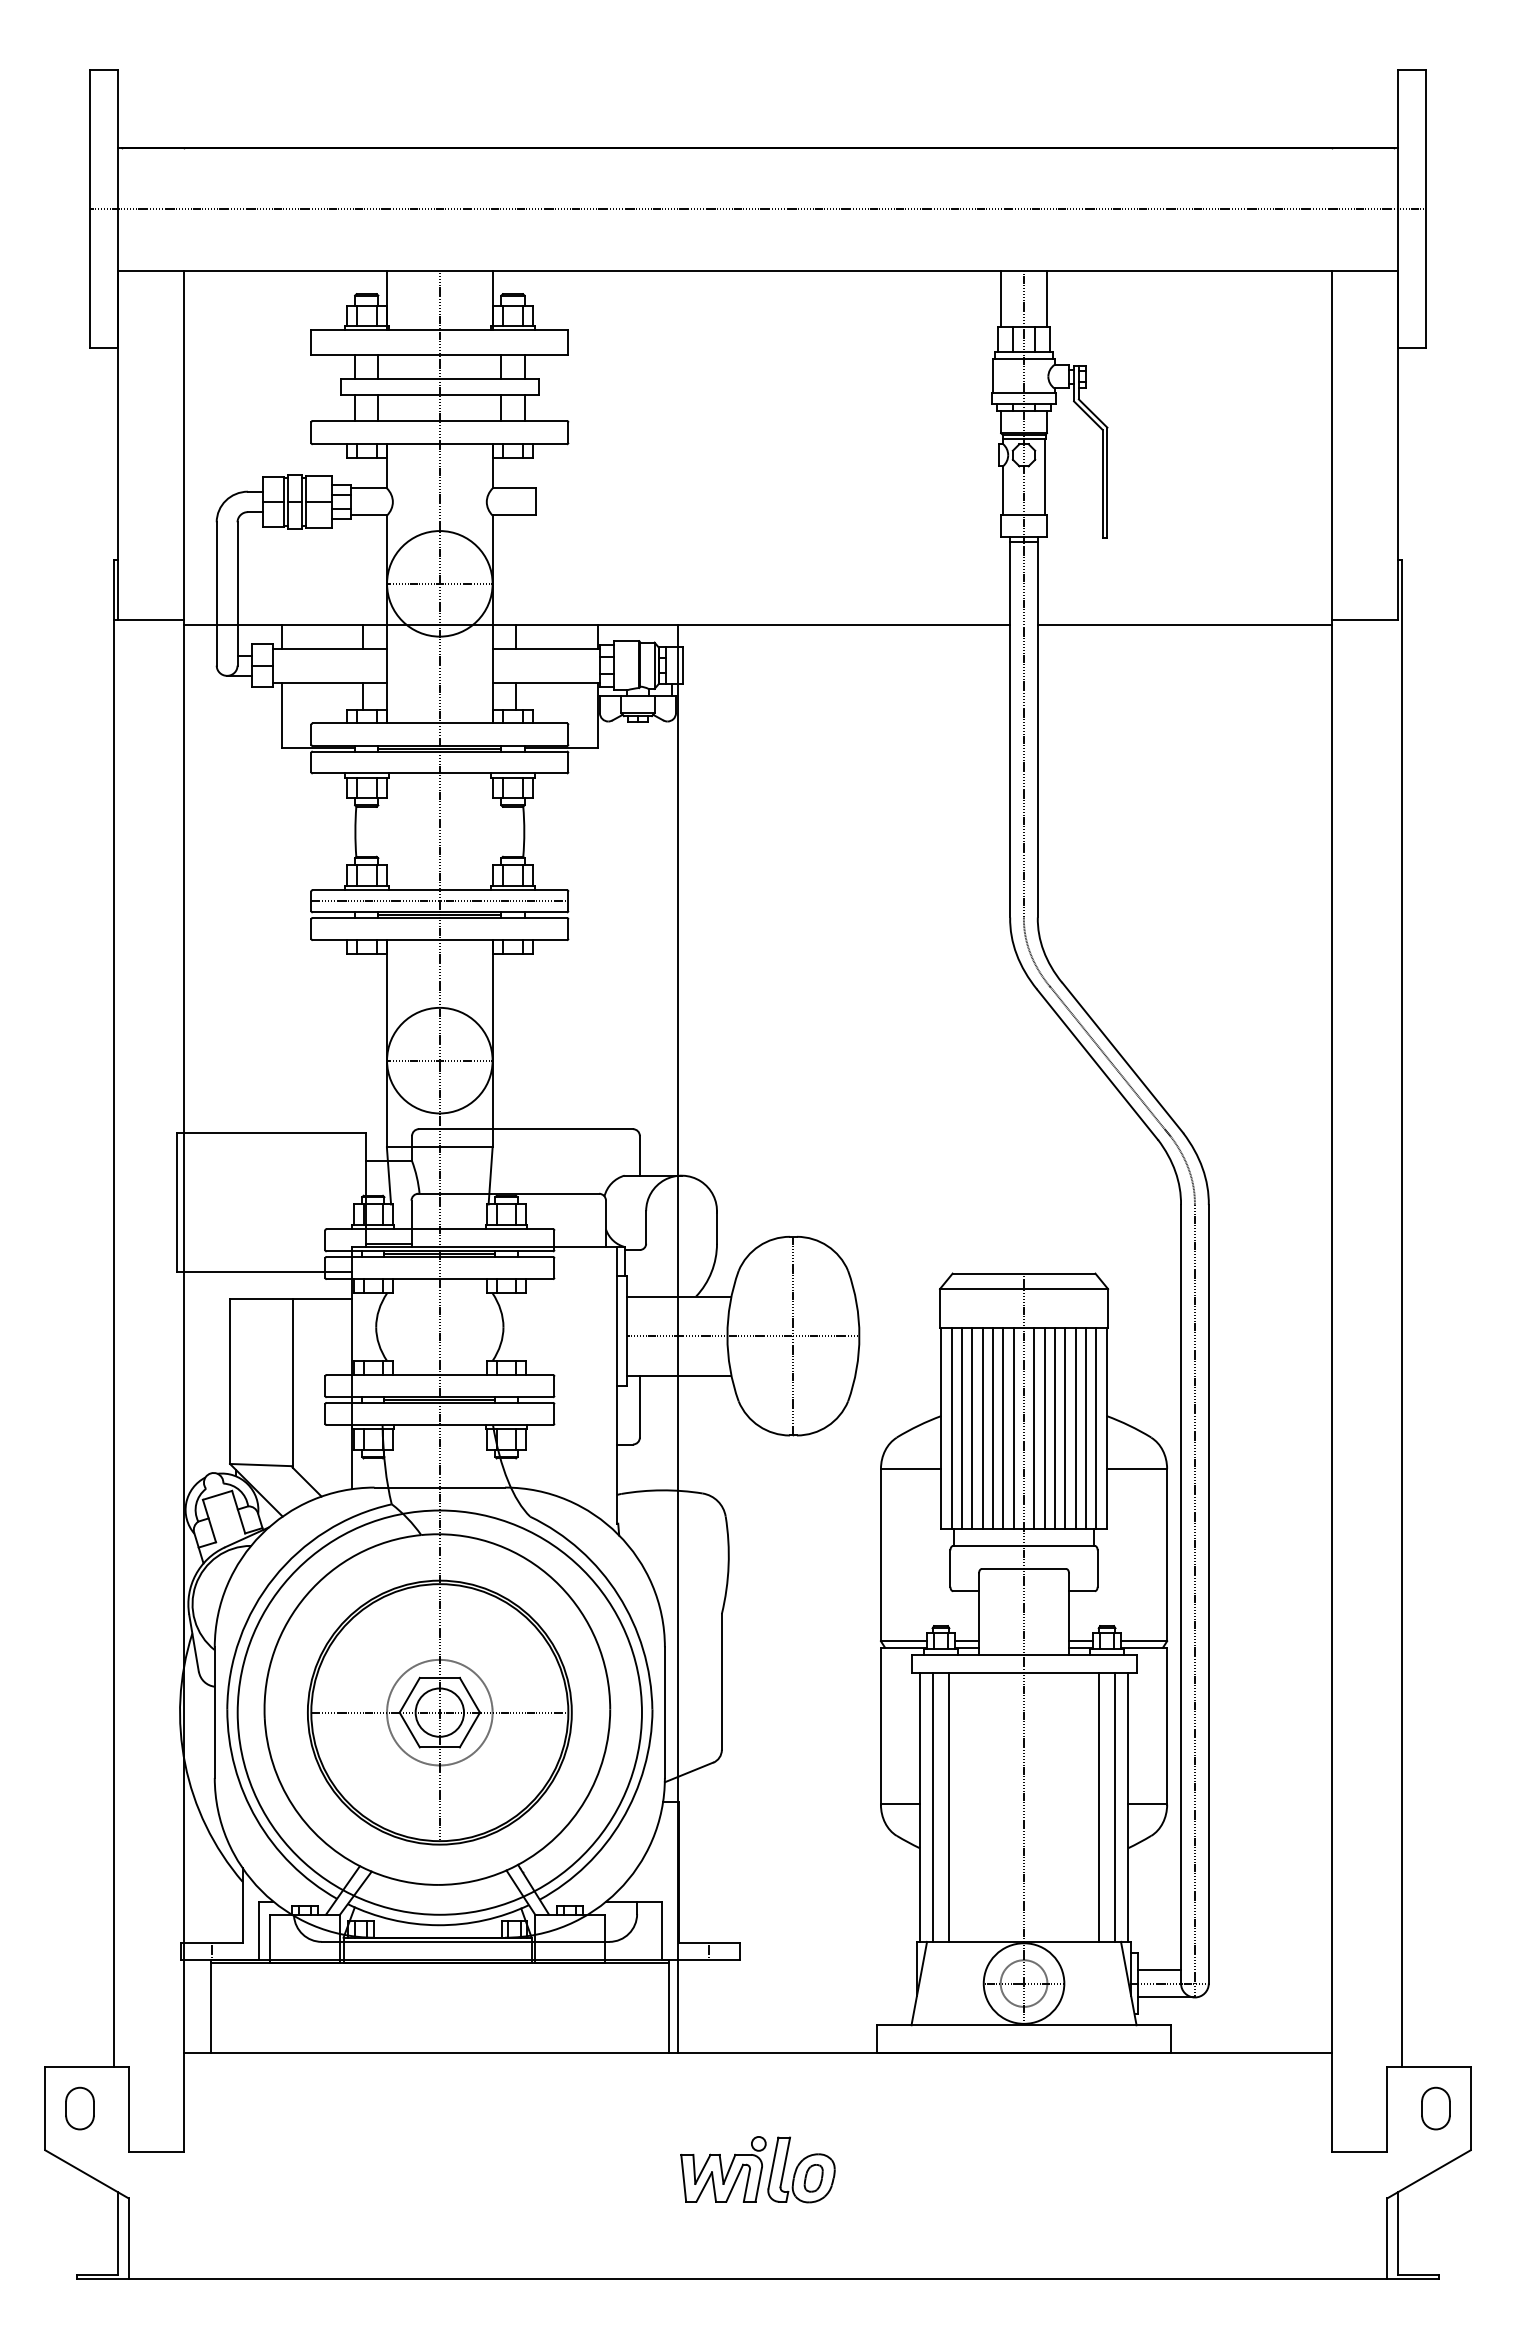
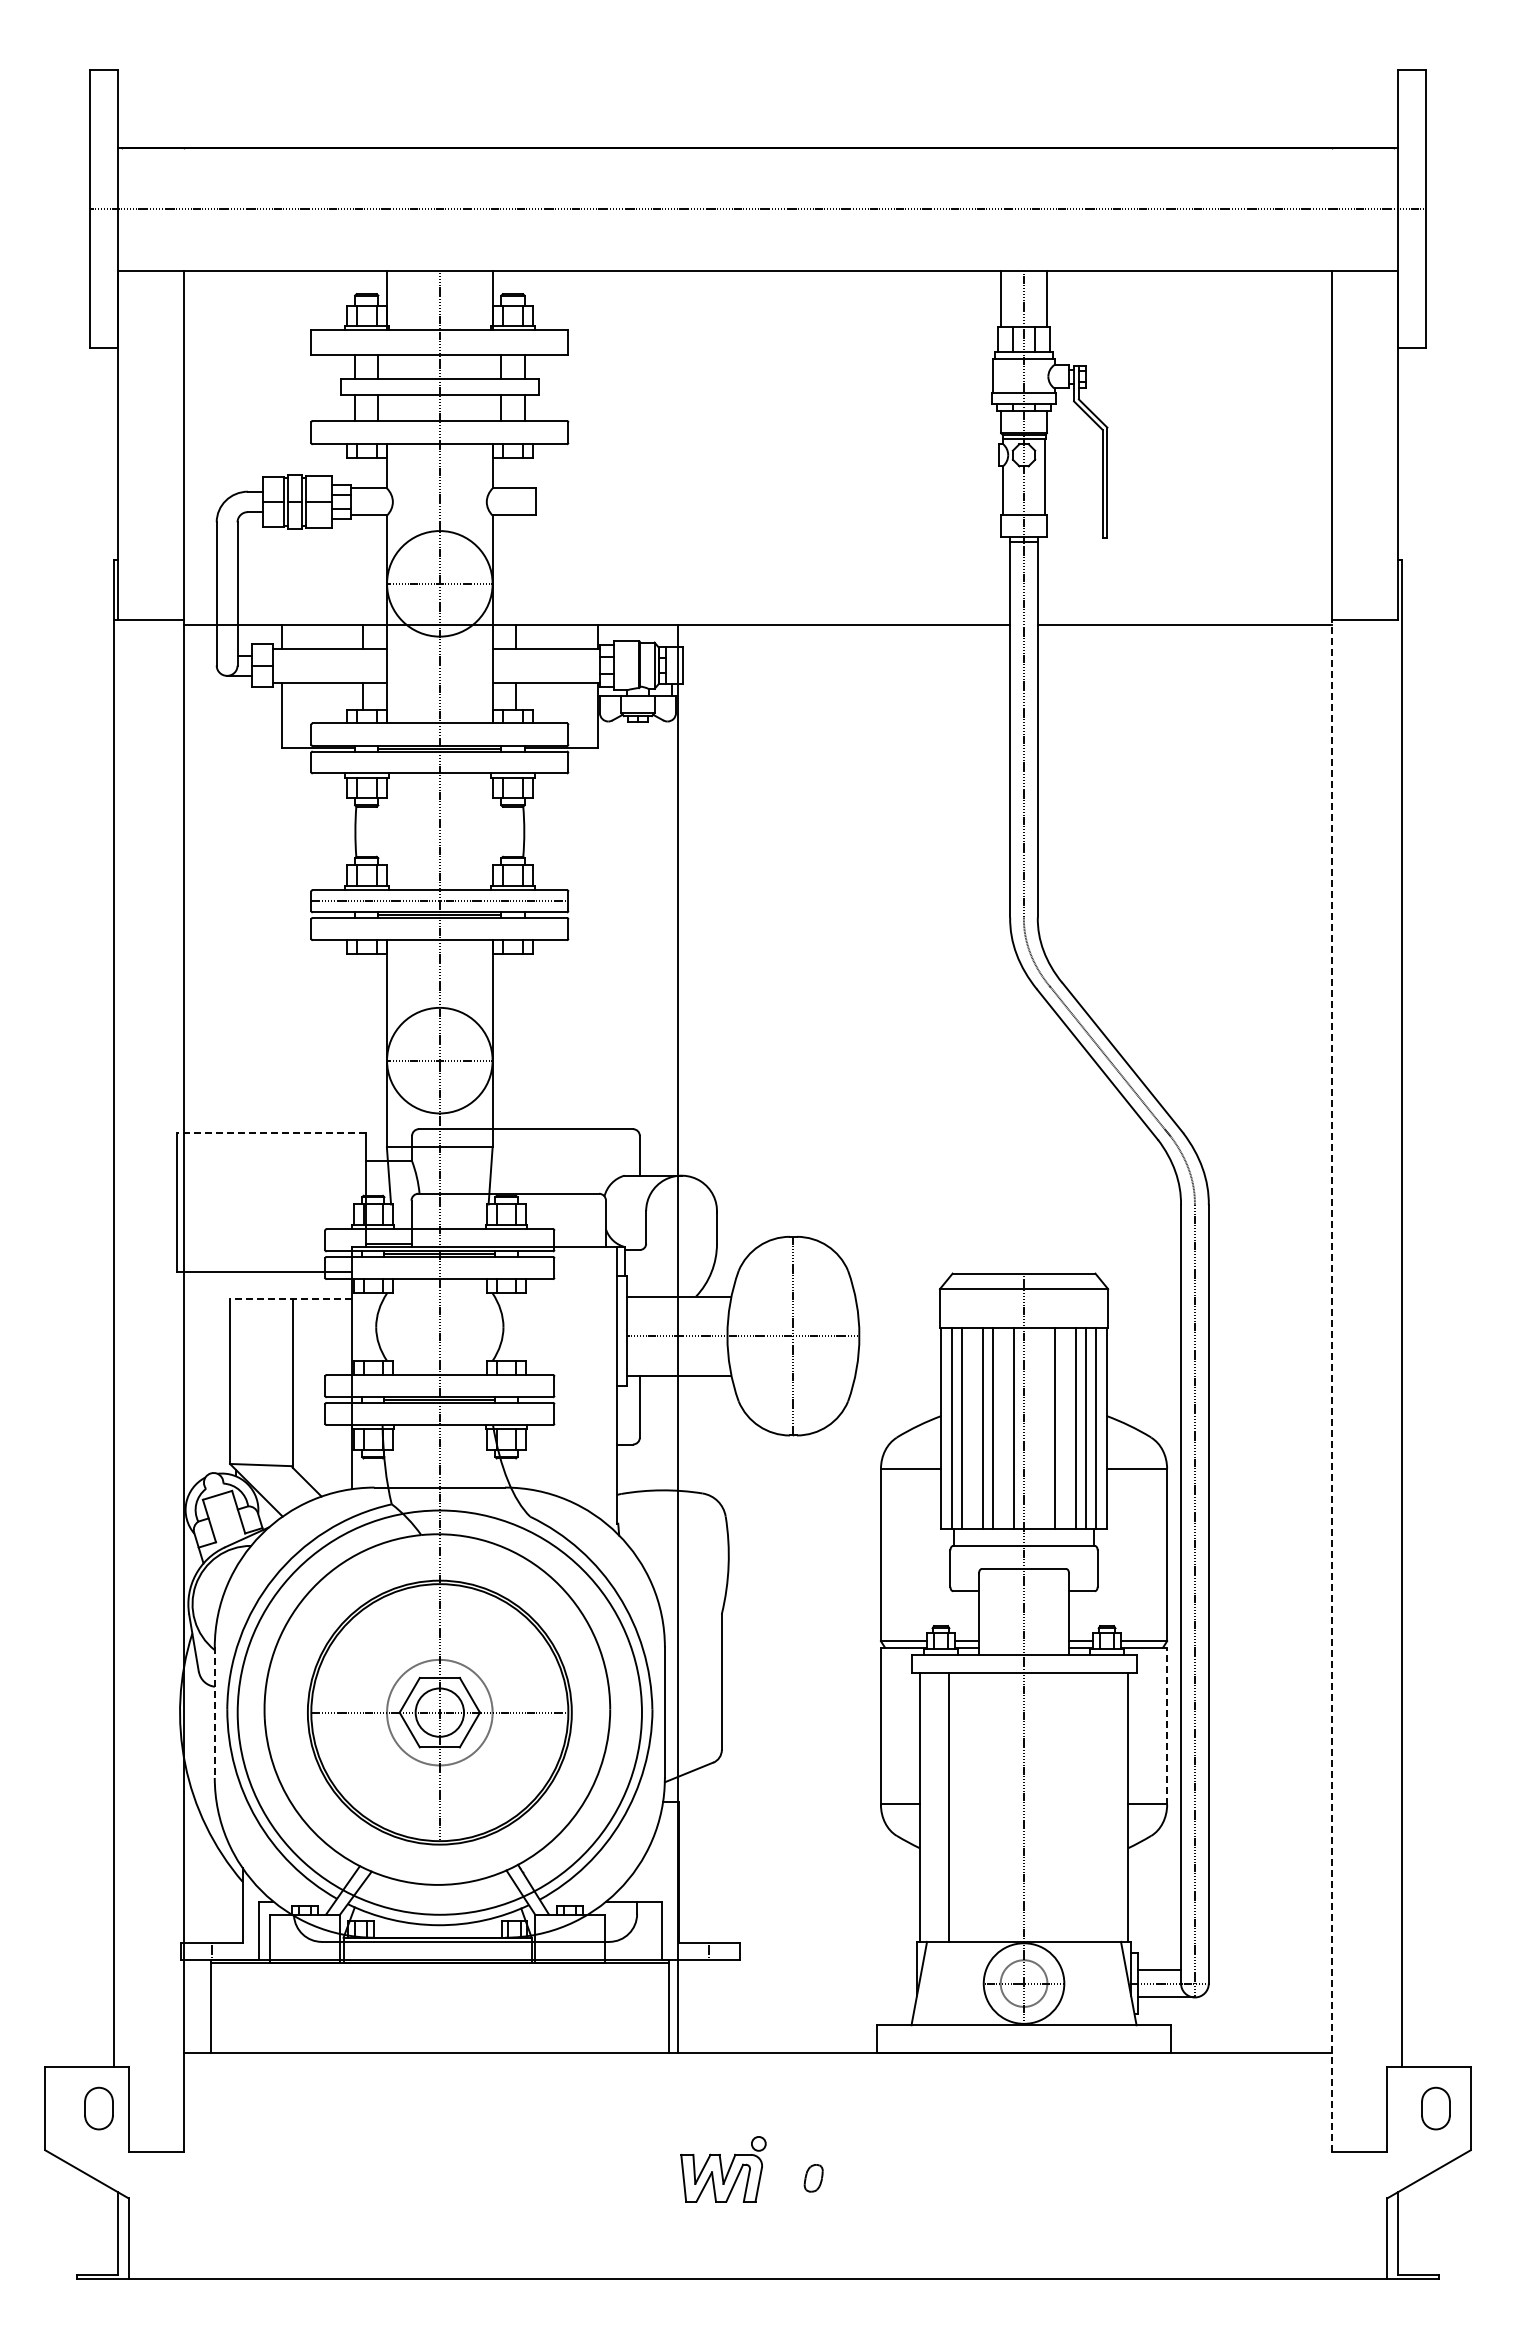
line at (271, 1133): solid -> dashed
line at (290, 1298): solid -> dashed
line at (1332, 1385): solid -> dashed
line at (972, 1428): present -> none
line at (1003, 1428): present -> none
line at (1034, 1428): present -> none
line at (1044, 1428): present -> none
line at (1065, 1428): present -> none
line at (214, 1713): solid -> dashed
line at (1167, 1725): solid -> dashed
line at (932, 1806): present -> none
line at (1098, 1806): present -> none
line at (1115, 1806): present -> none
part at (79, 2108) position: (79, 2108) -> (98, 2108)
part at (801, 2169): present -> none
